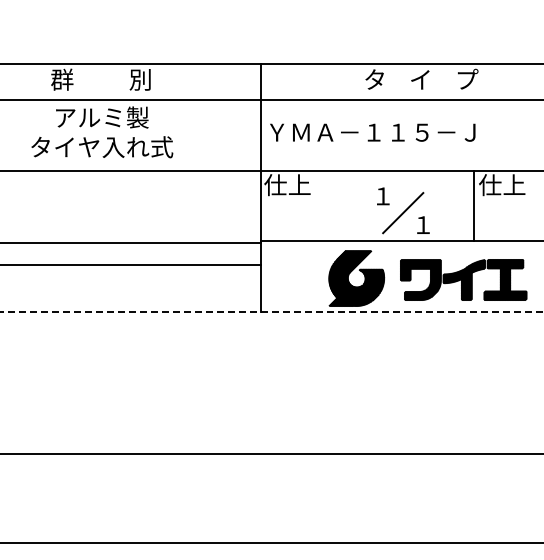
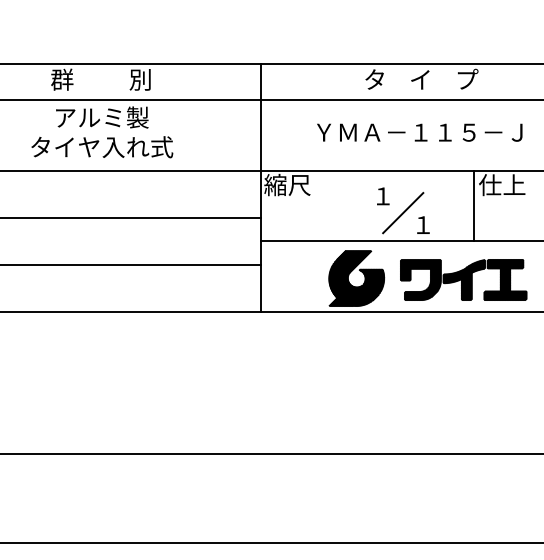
text at (372, 132) position: (372, 132) -> (419, 132)
text at (287, 184): 仕上 -> 縮尺
line at (131, 242) position: (131, 242) -> (131, 217)
line at (272, 312): dashed -> solid
